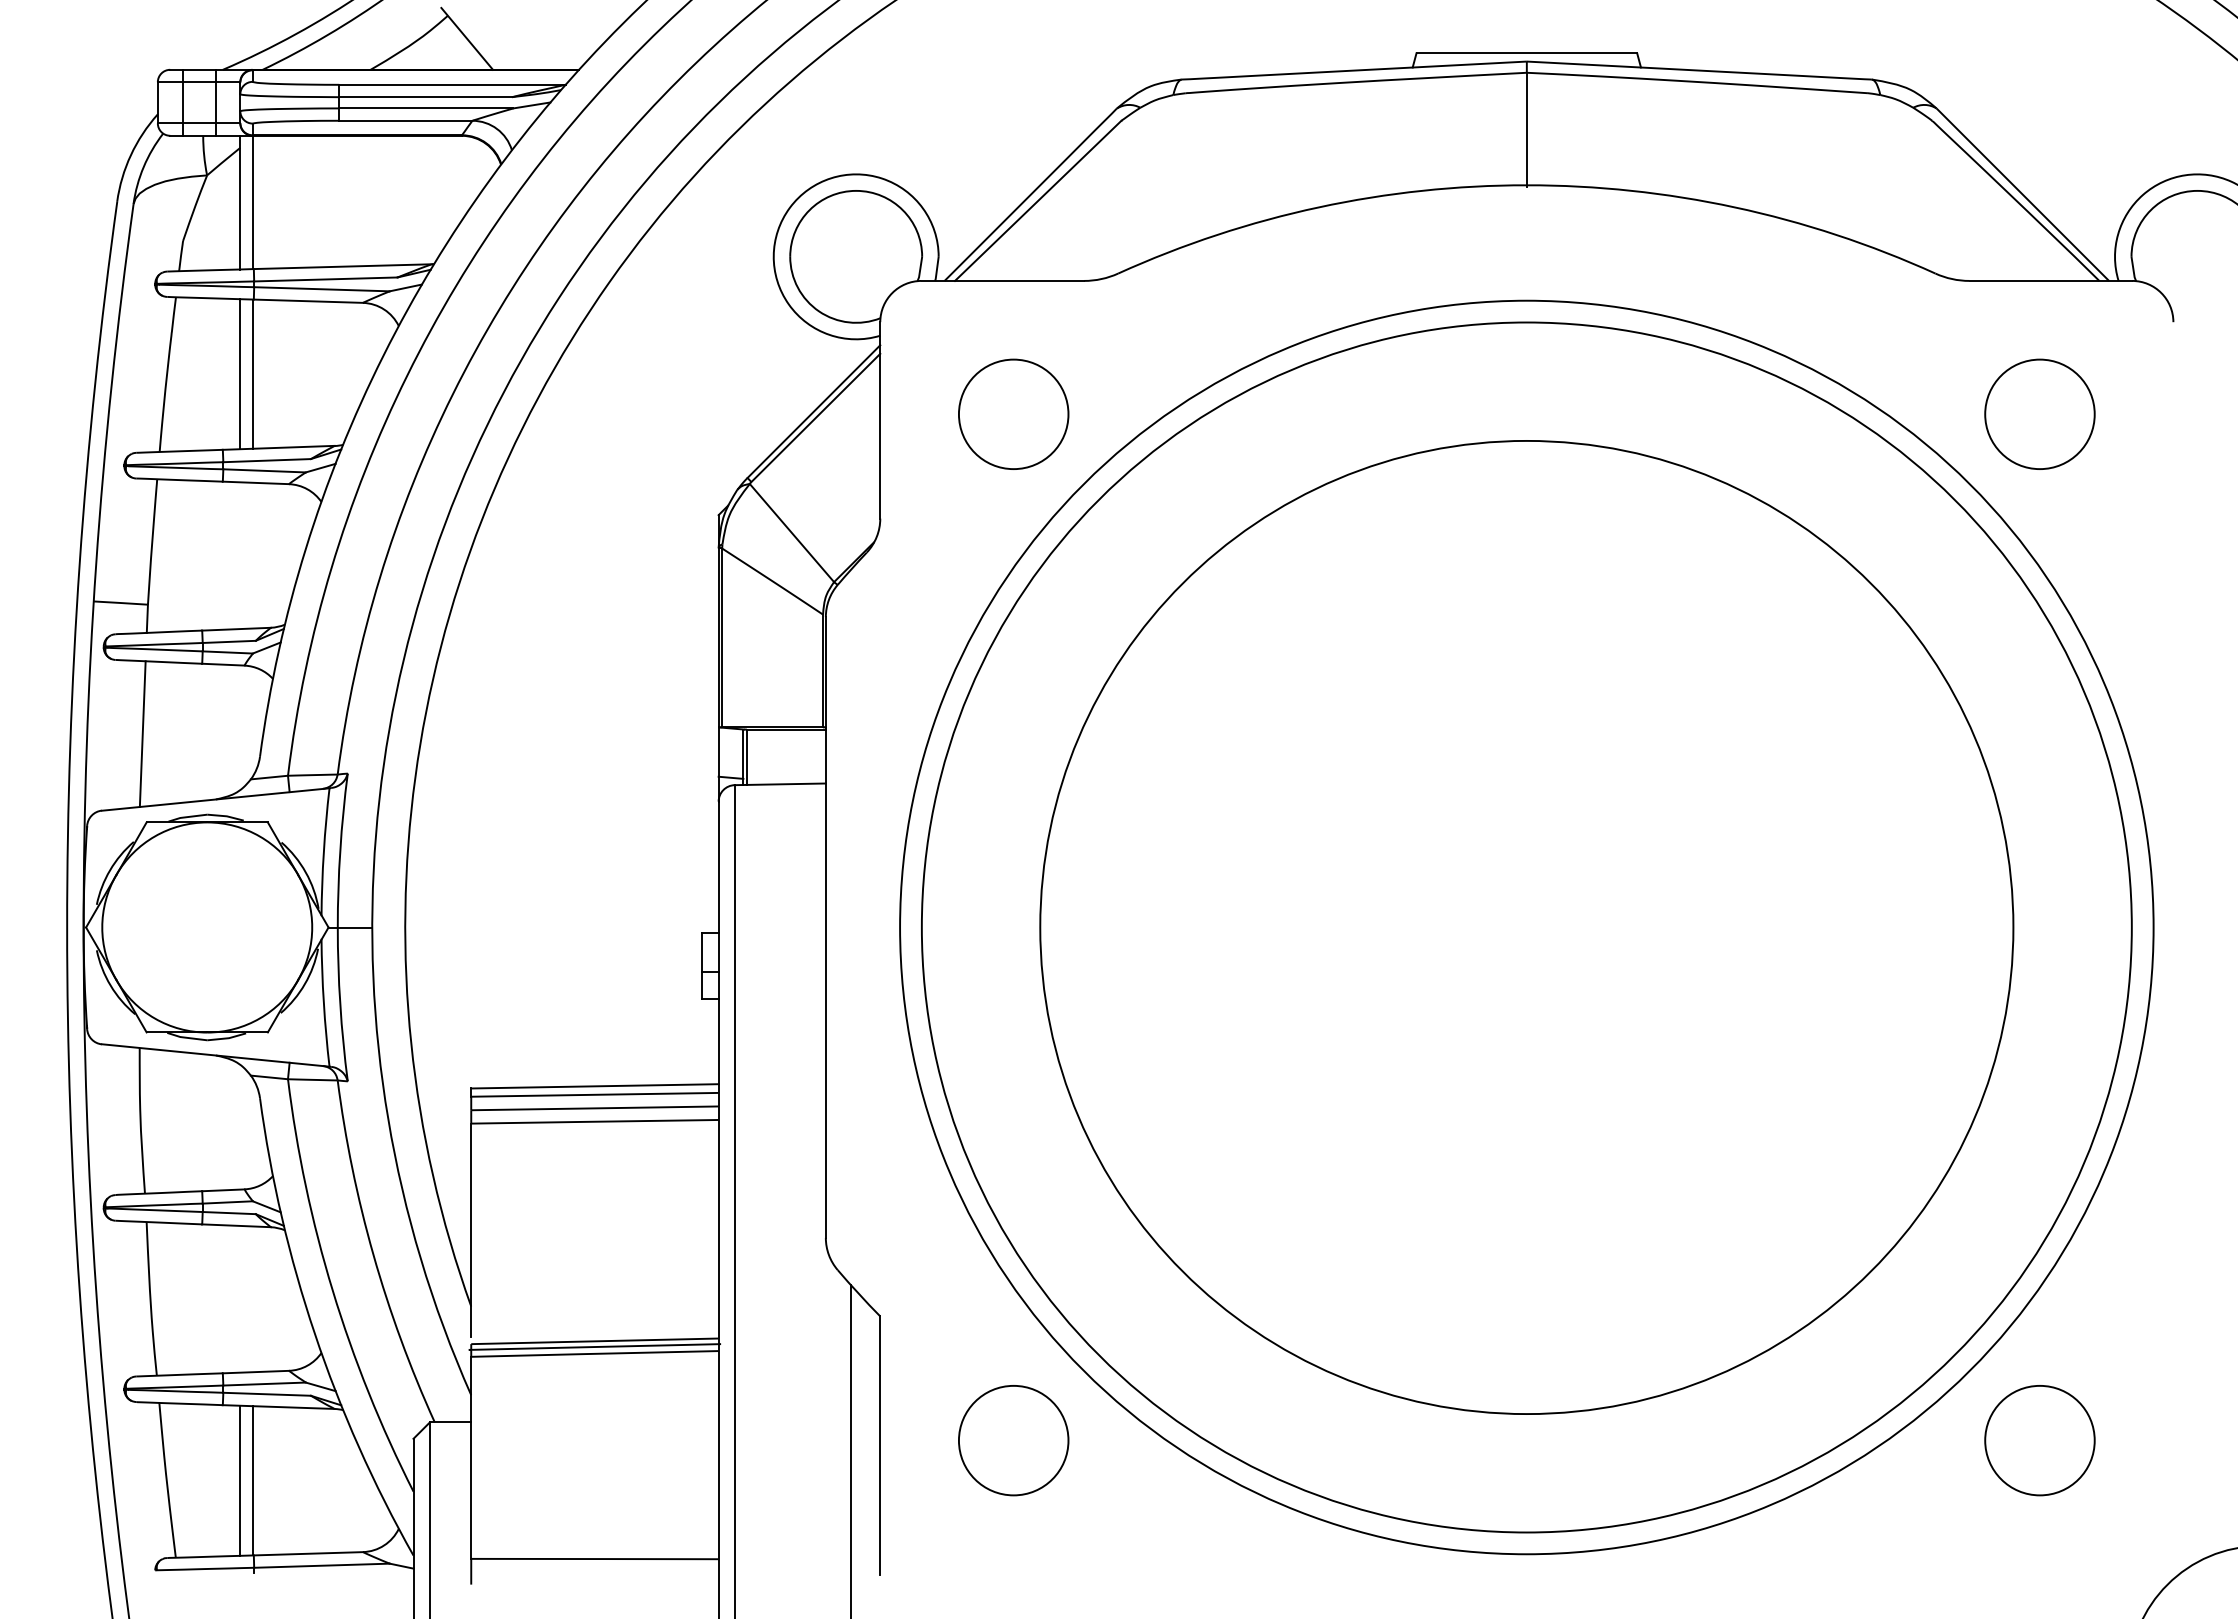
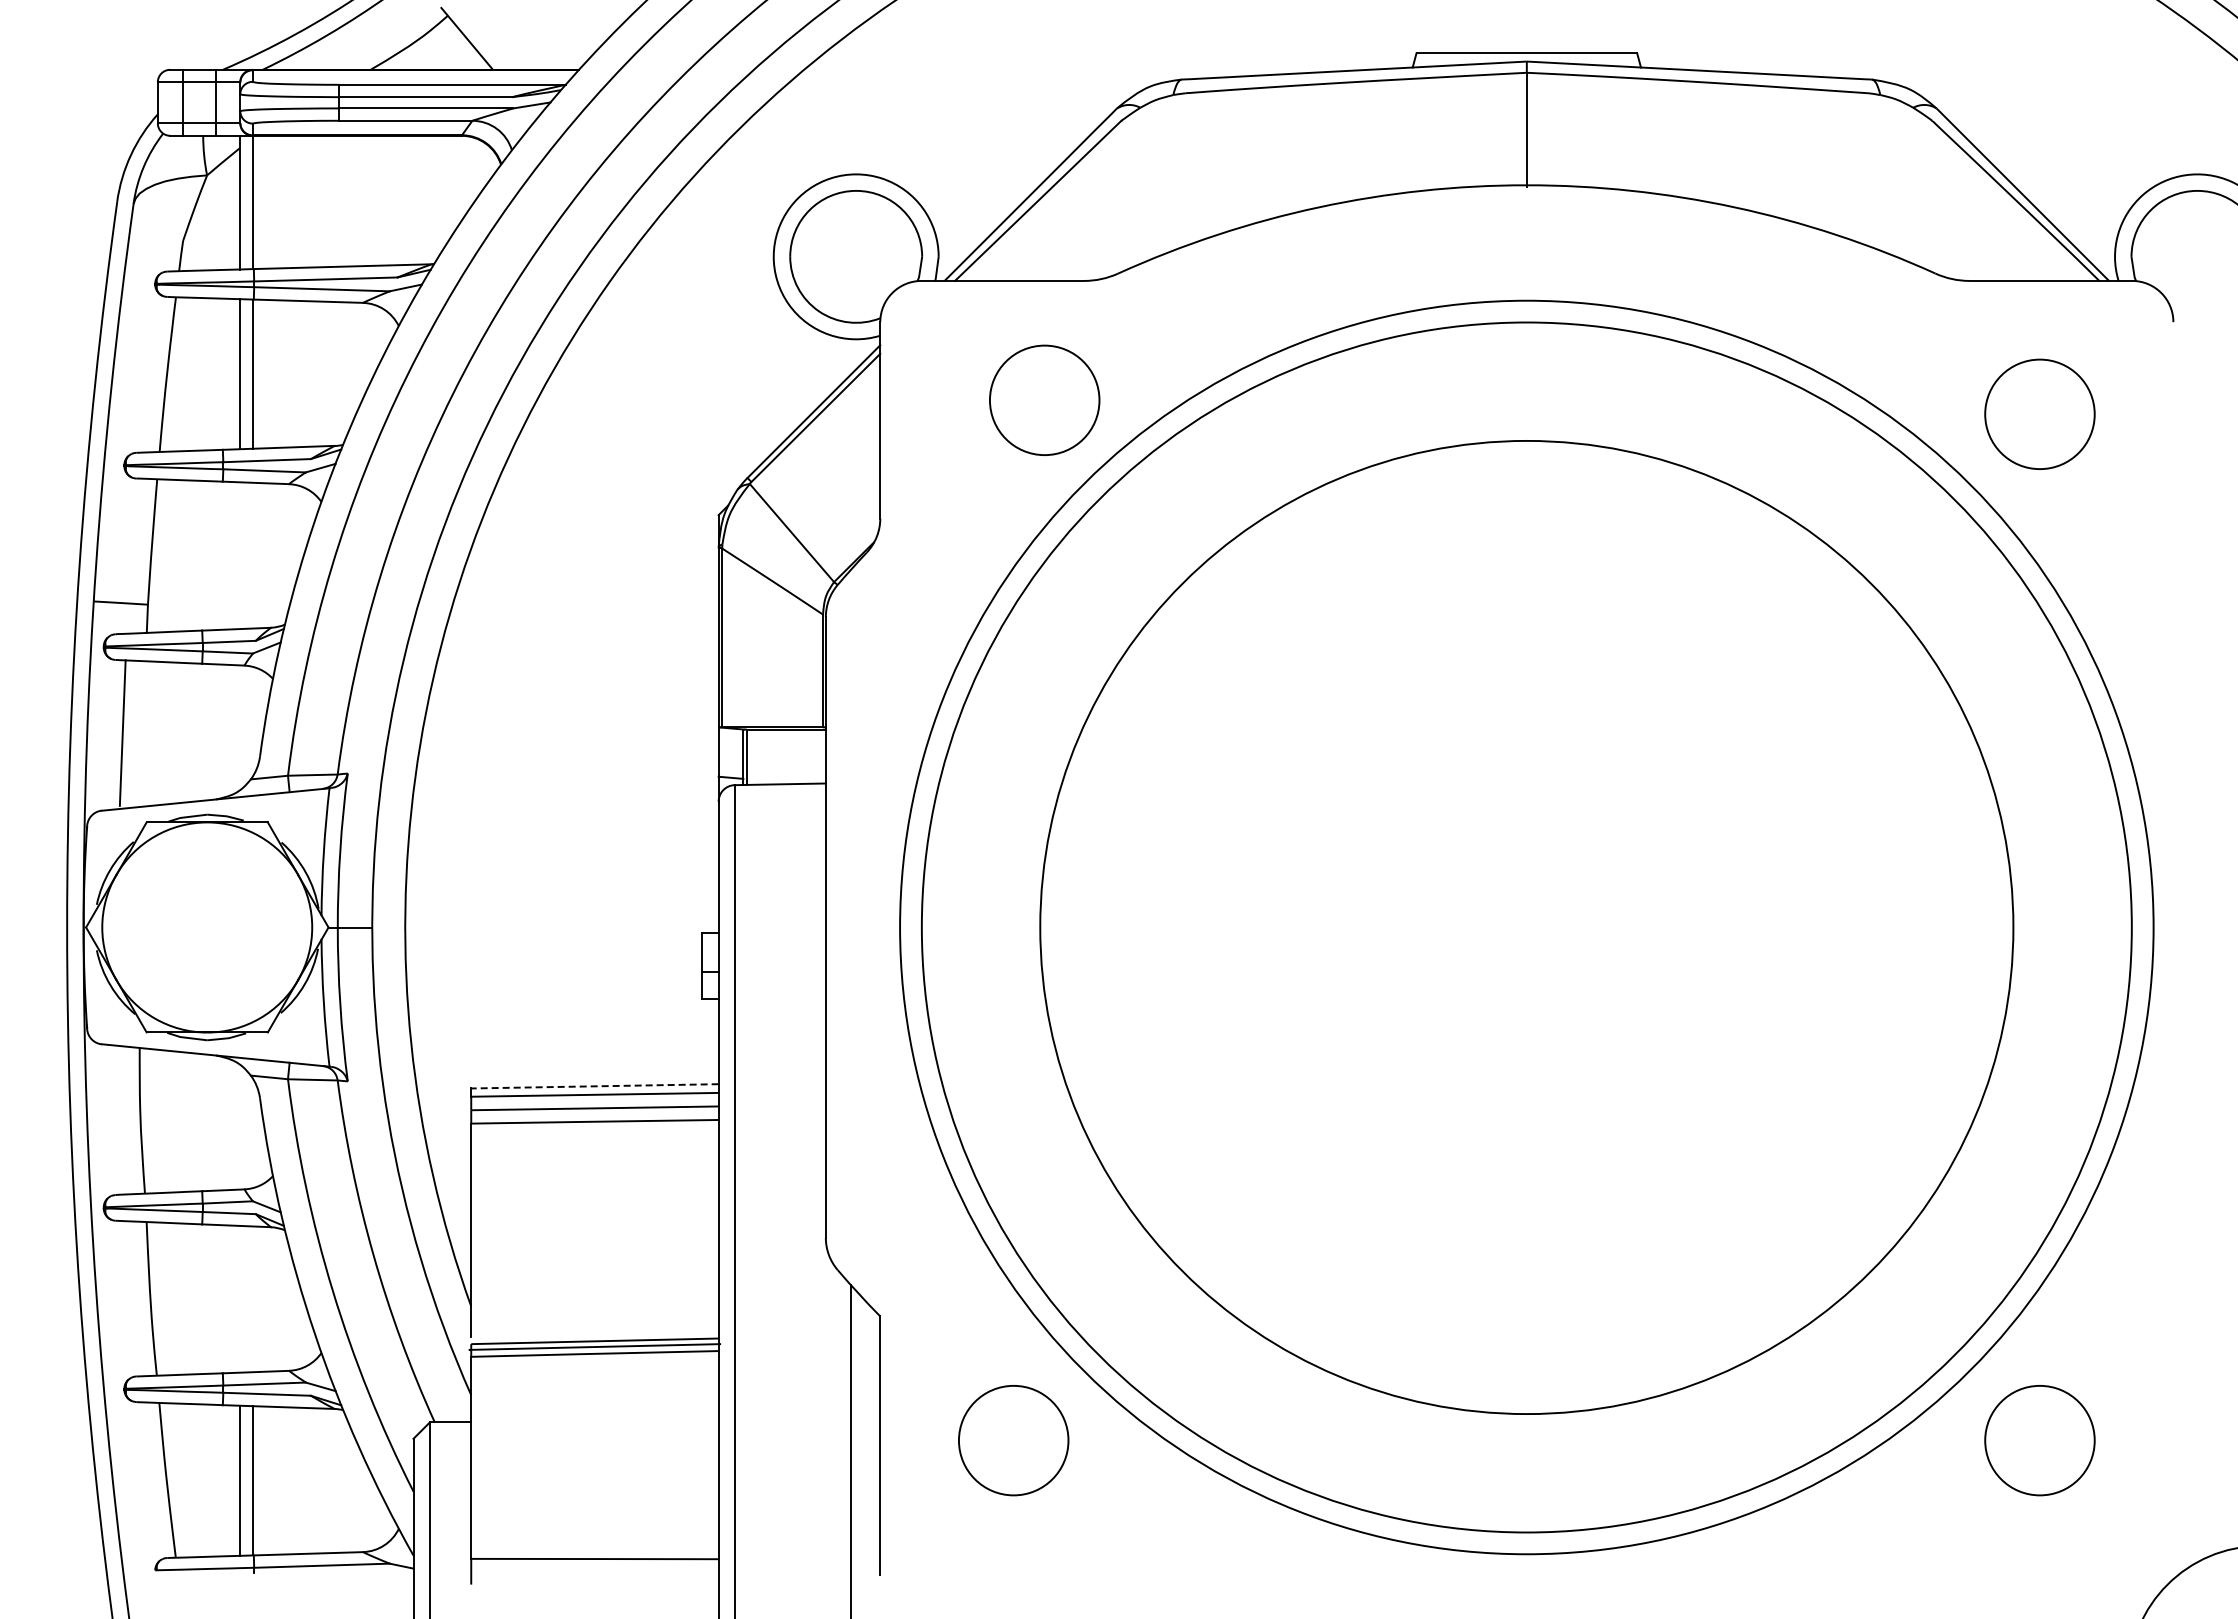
circle at (1013, 413) position: (1013, 413) -> (1044, 399)
line at (142, 733) position: (142, 733) -> (122, 732)
line at (594, 1086): solid -> dashed
